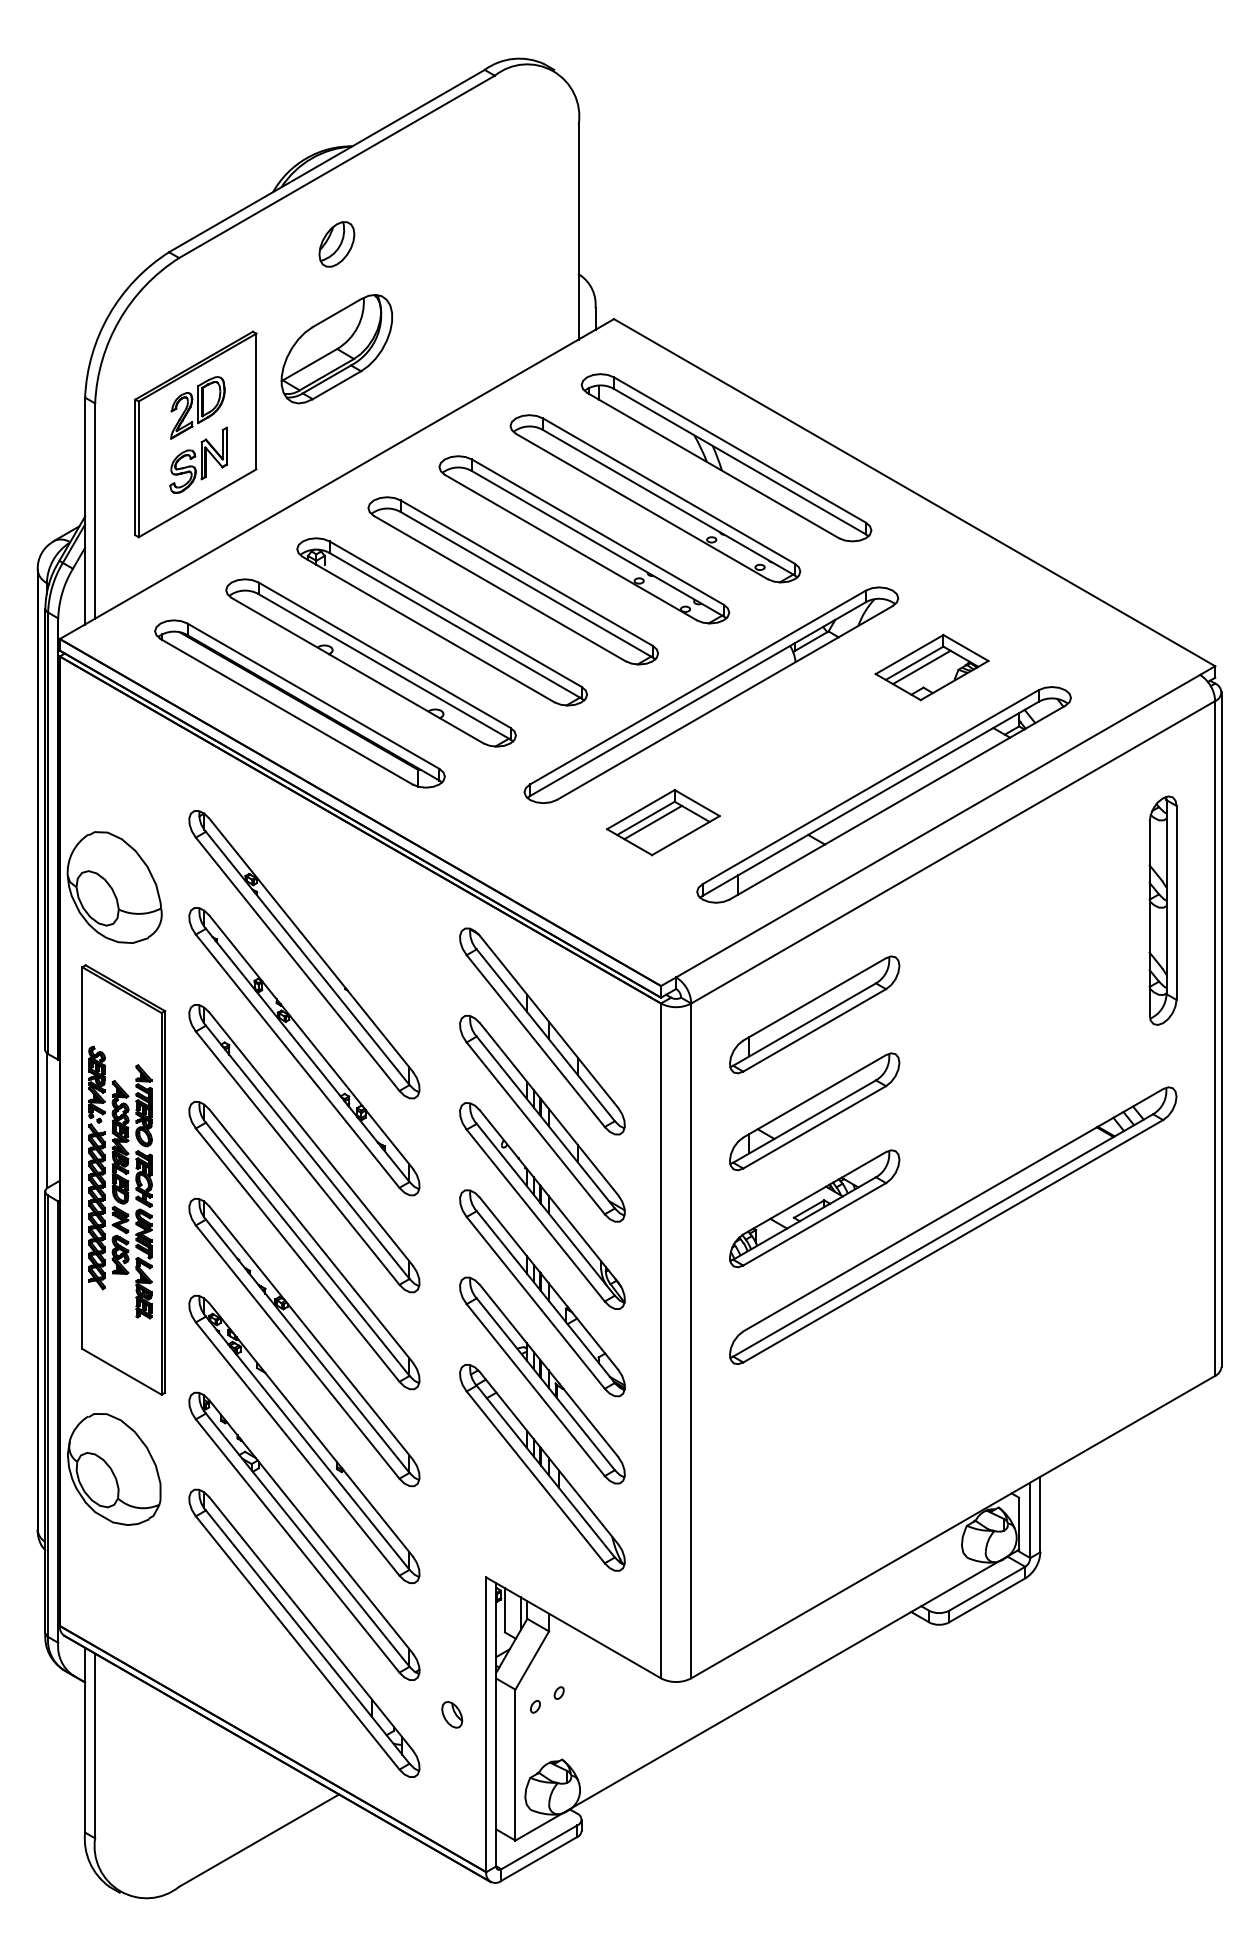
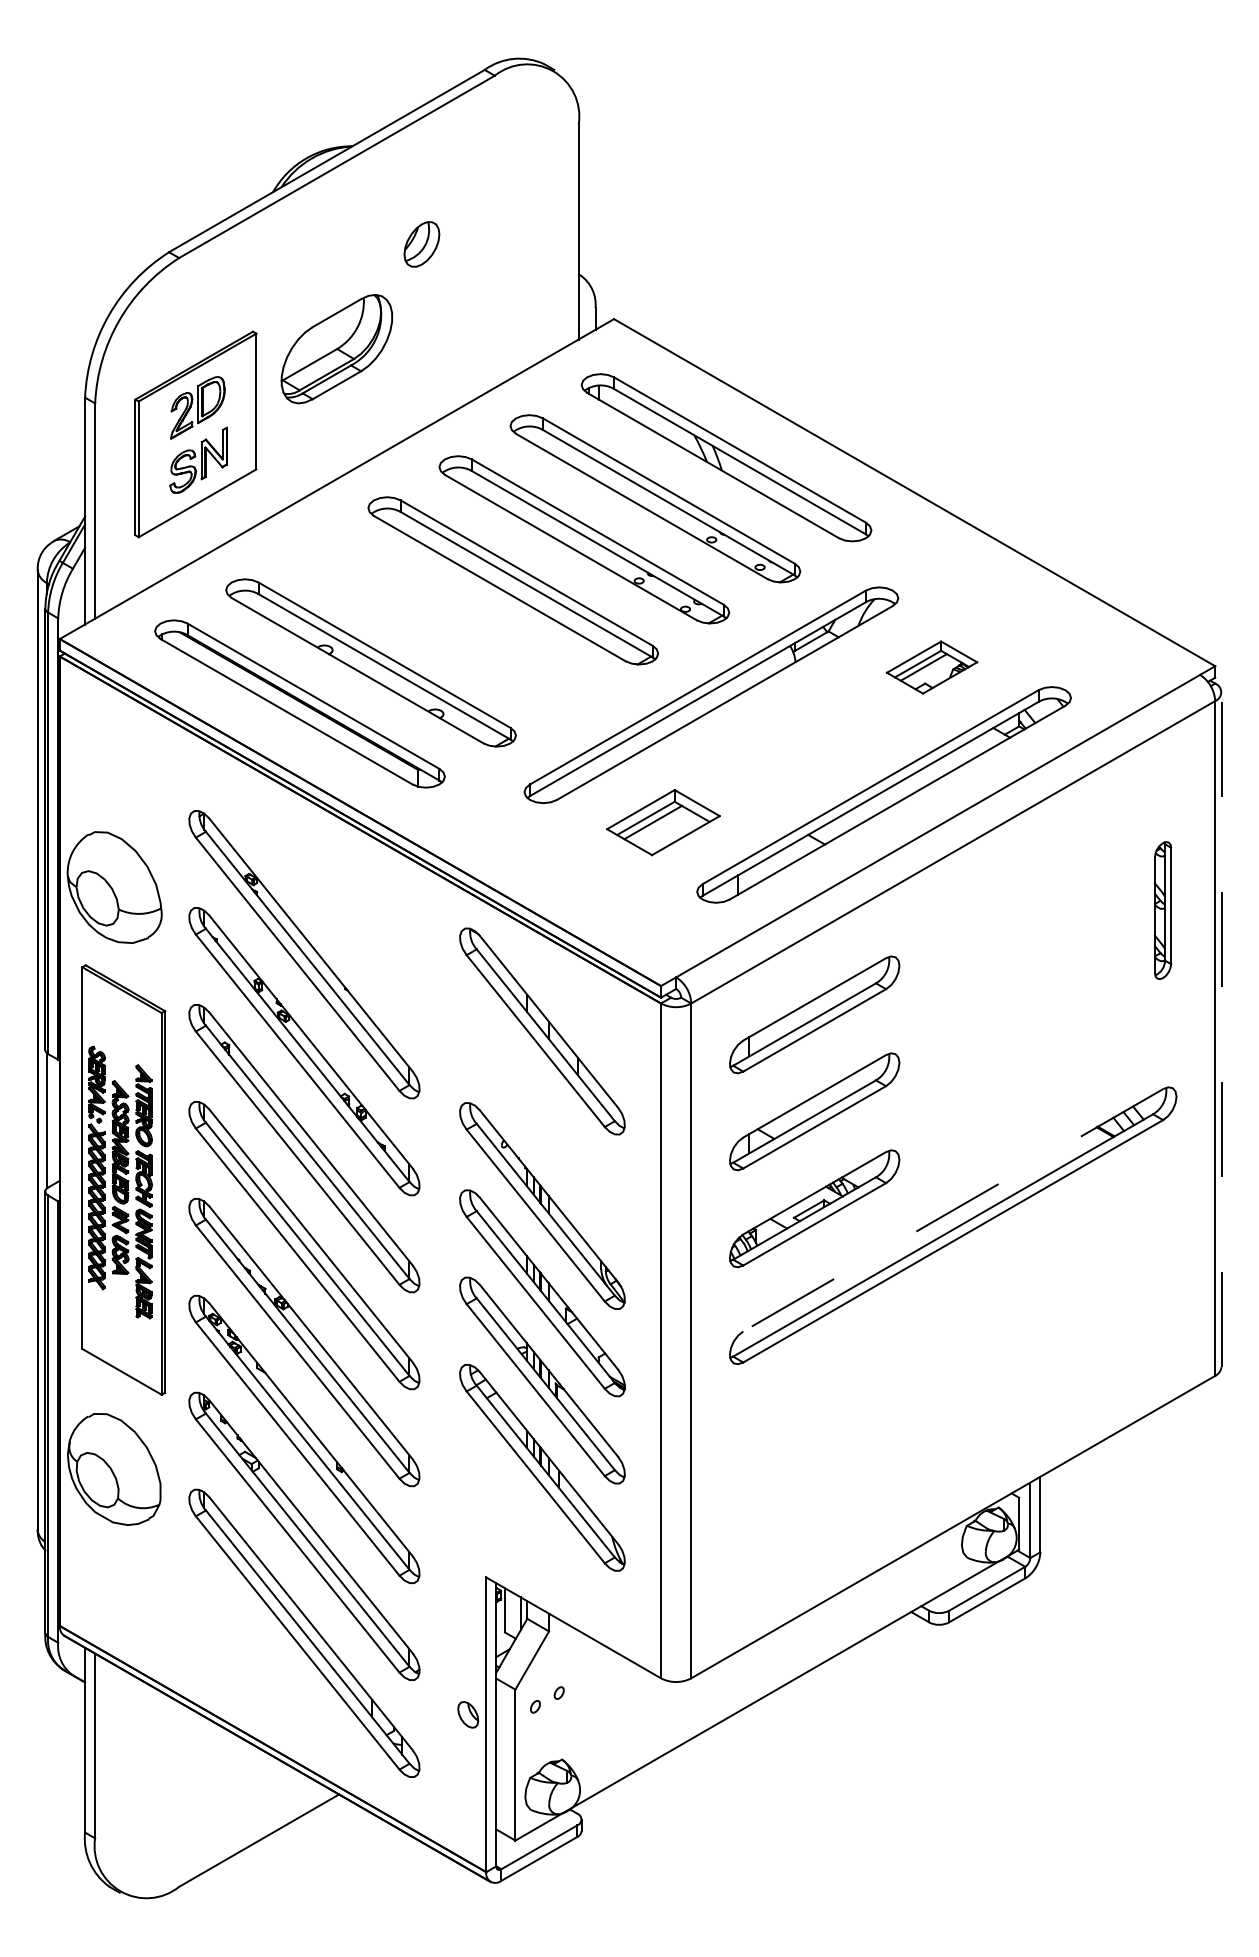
part at (336, 244) position: (336, 244) -> (421, 244)
part at (441, 621): present -> none
part at (931, 667) size: 116x69 px -> 94x55 px
part at (1162, 910) size: 30x231 px -> 19x139 px
line at (1221, 1029): solid -> dashed
part at (542, 1118): present -> none
line at (952, 1210): solid -> dashed
part at (452, 1714) position: (452, 1714) -> (468, 1714)
